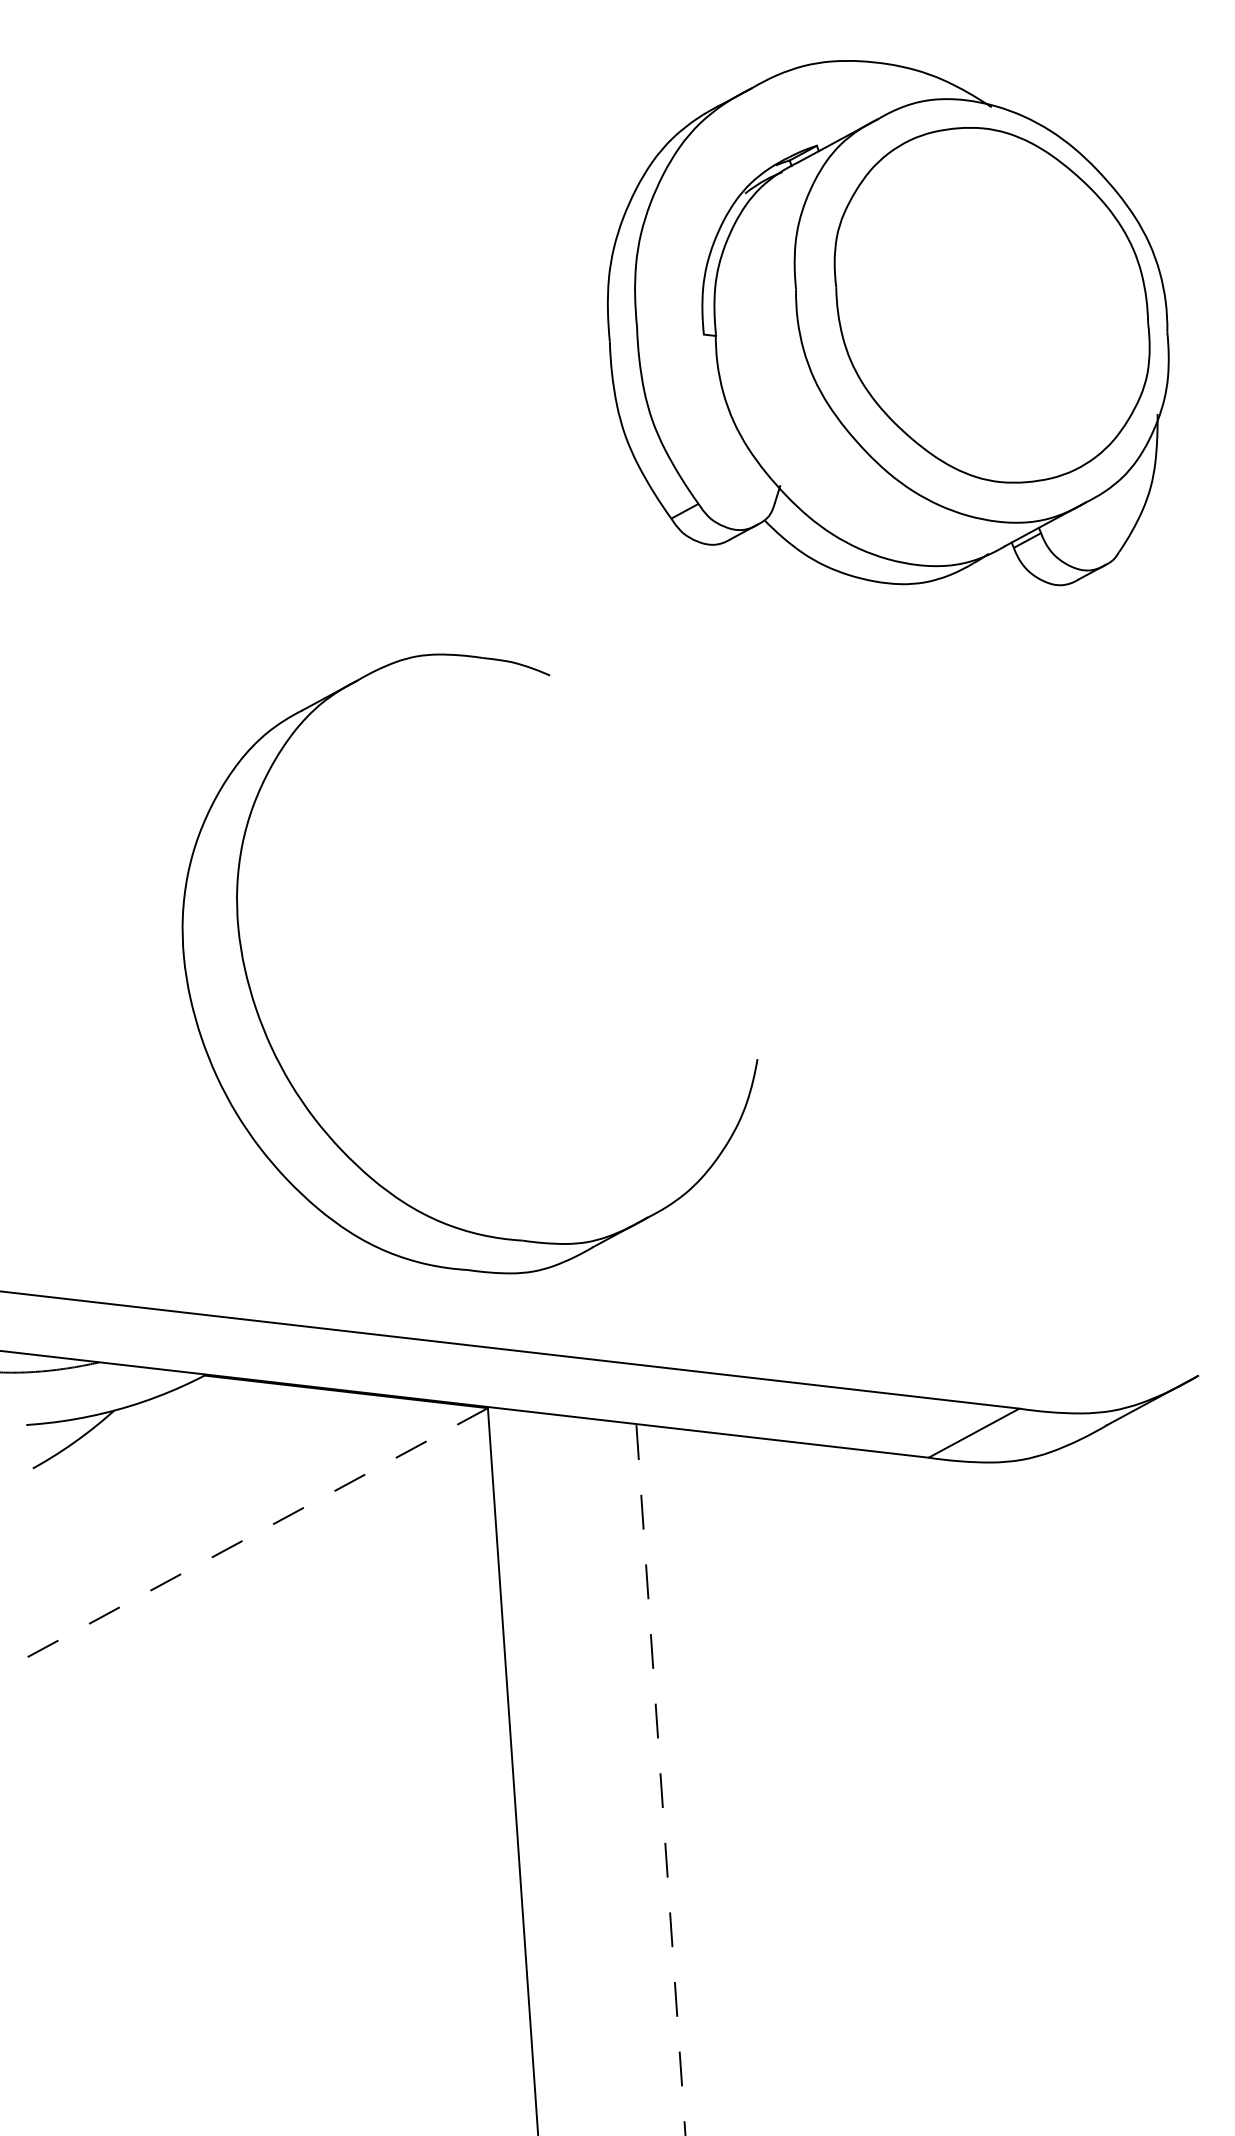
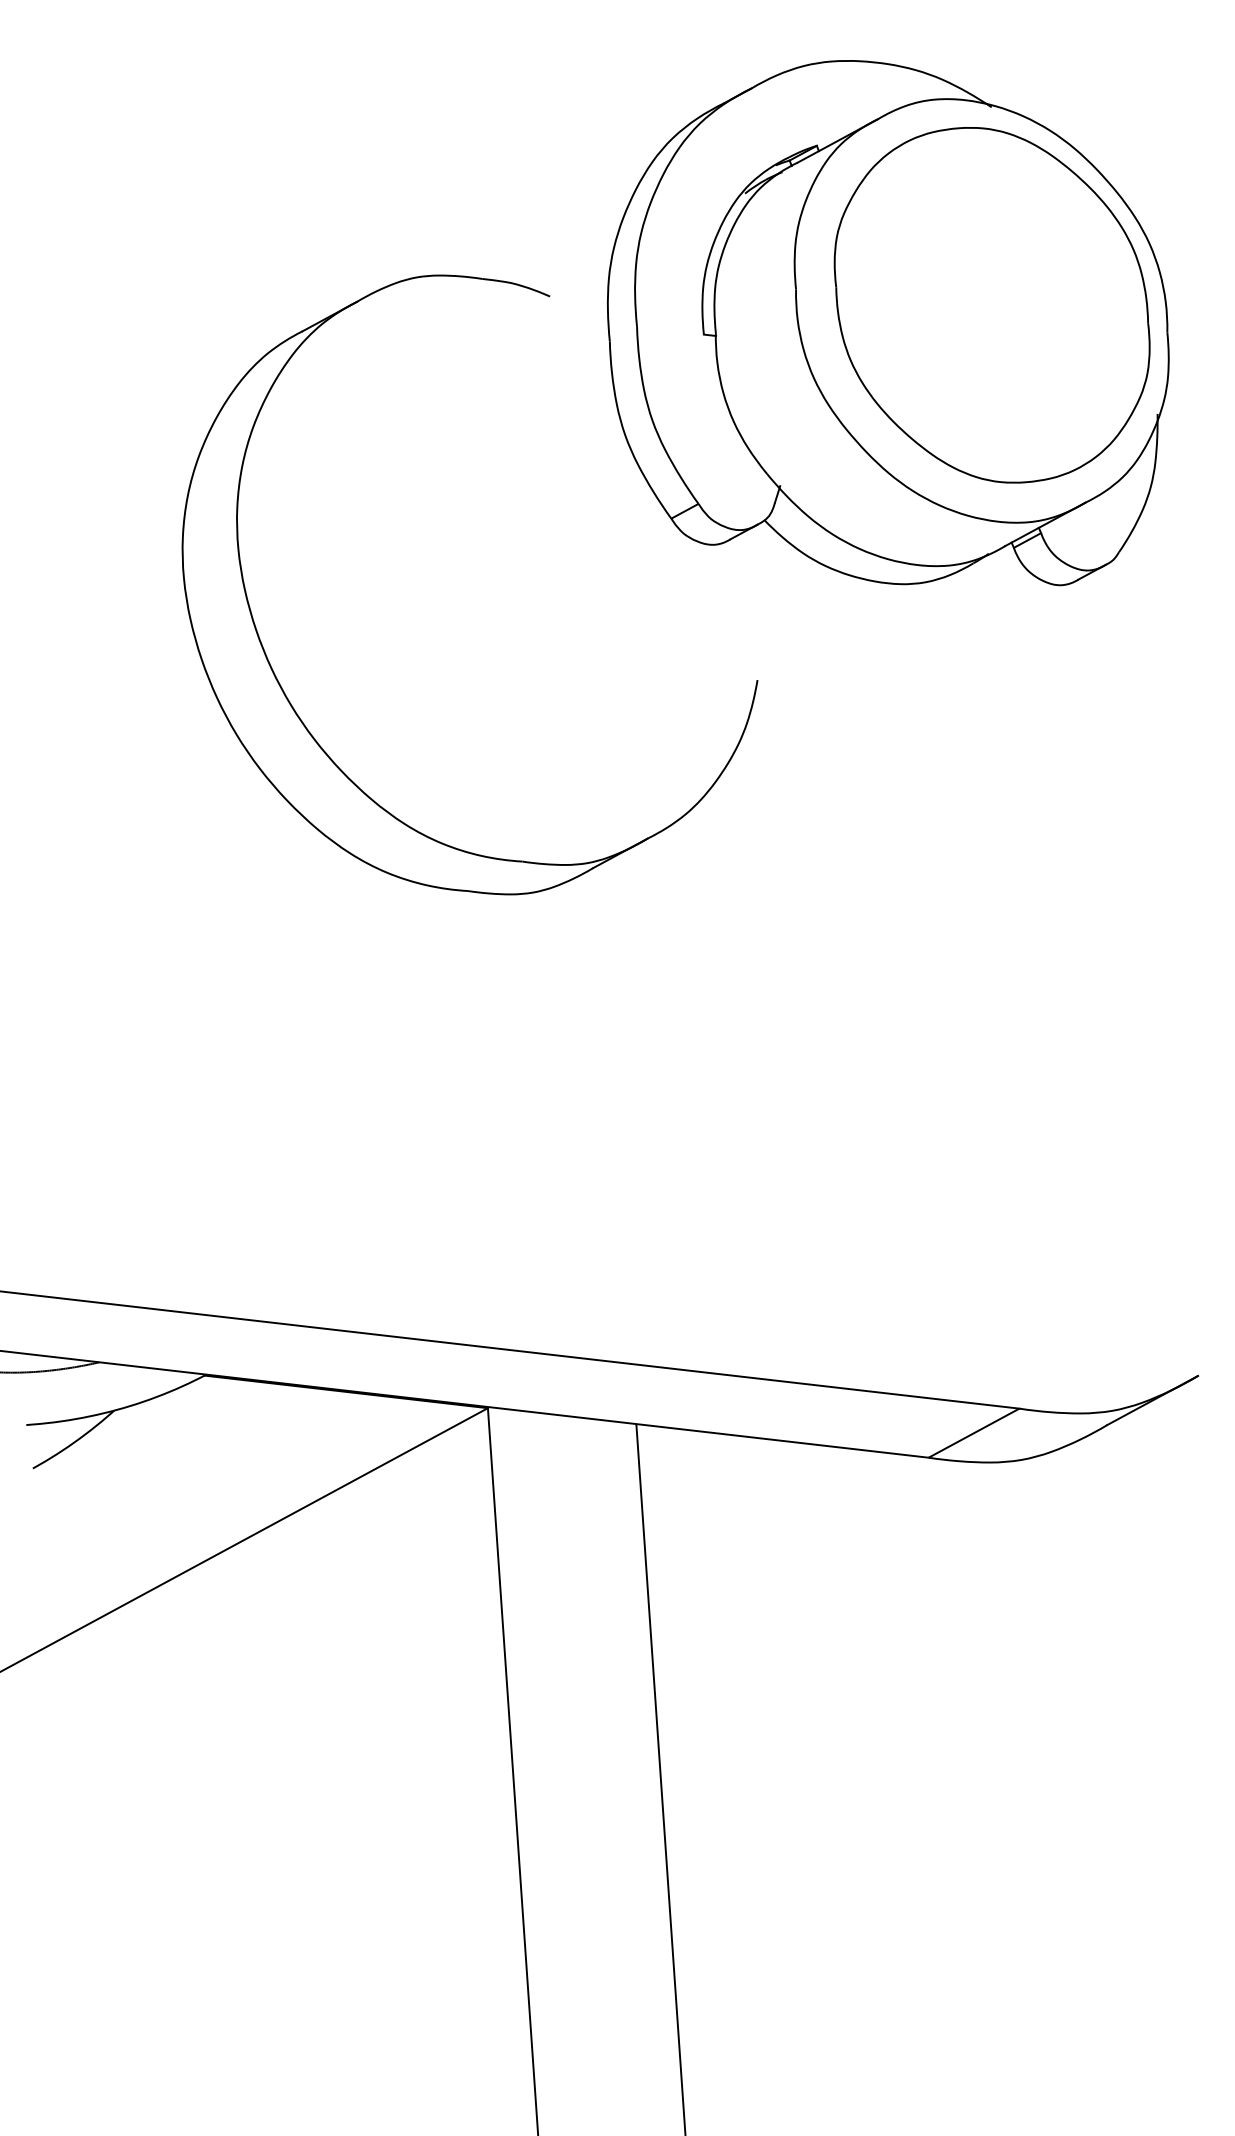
part at (281, 1064) position: (281, 1064) -> (281, 685)
line at (243, 1540): dashed -> solid
line at (660, 1780): dashed -> solid
